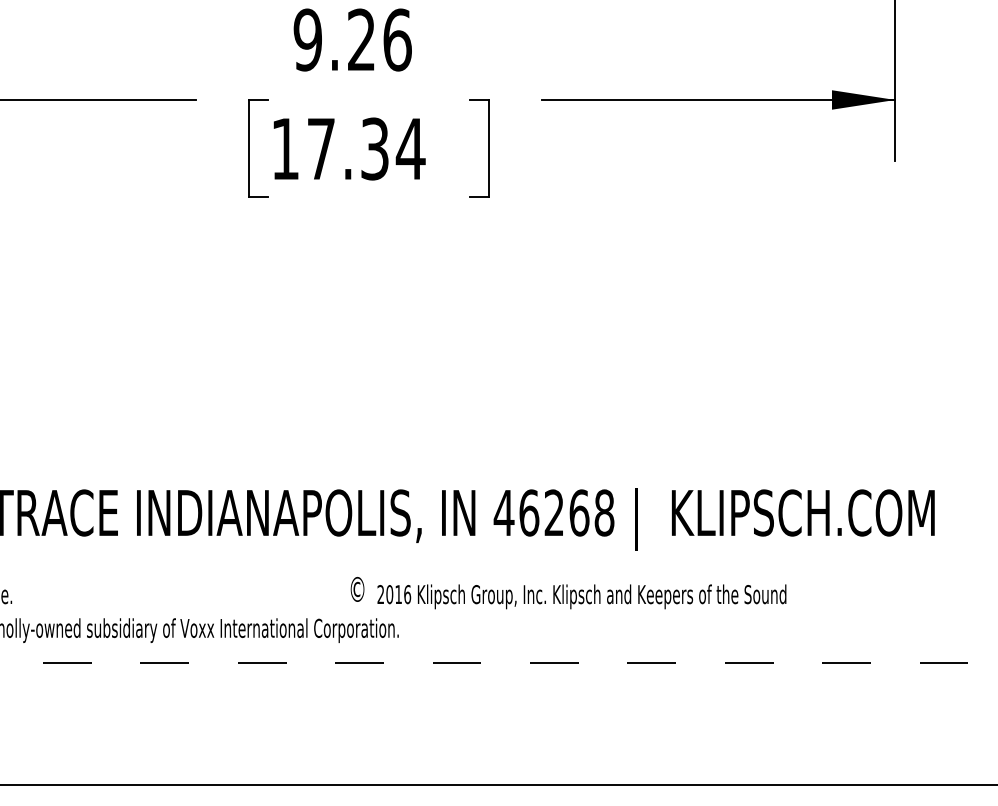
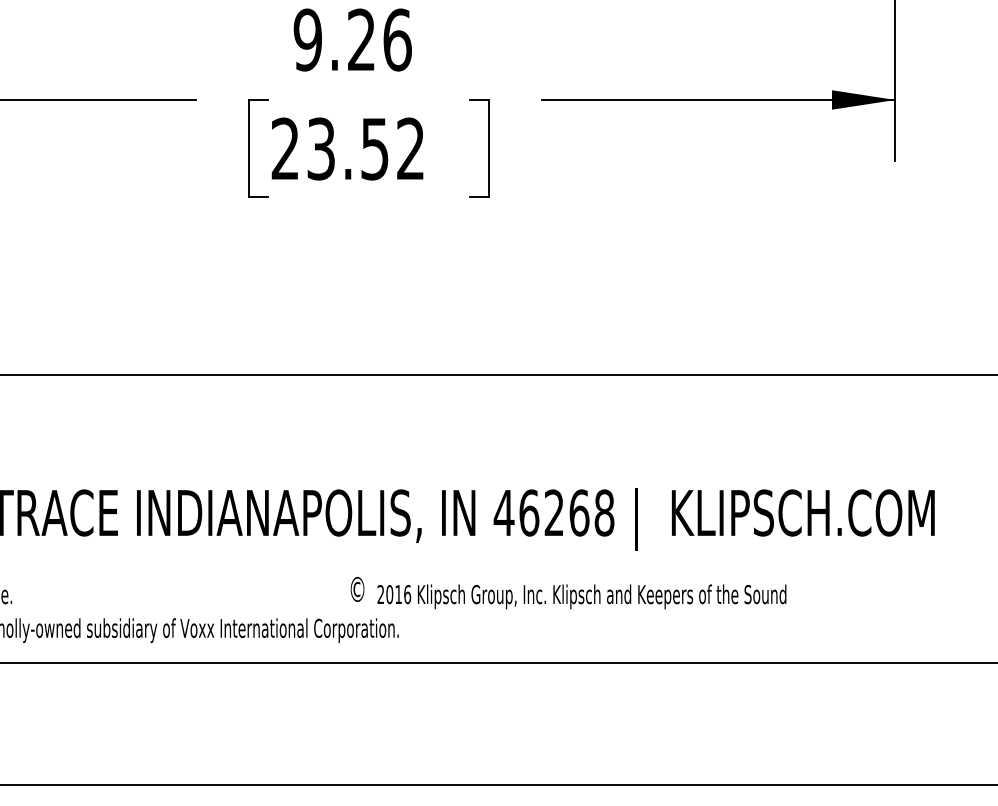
text at (348, 148): 17.34 -> 23.52
line at (498, 375): none -> present
line at (498, 662): dashed -> solid
